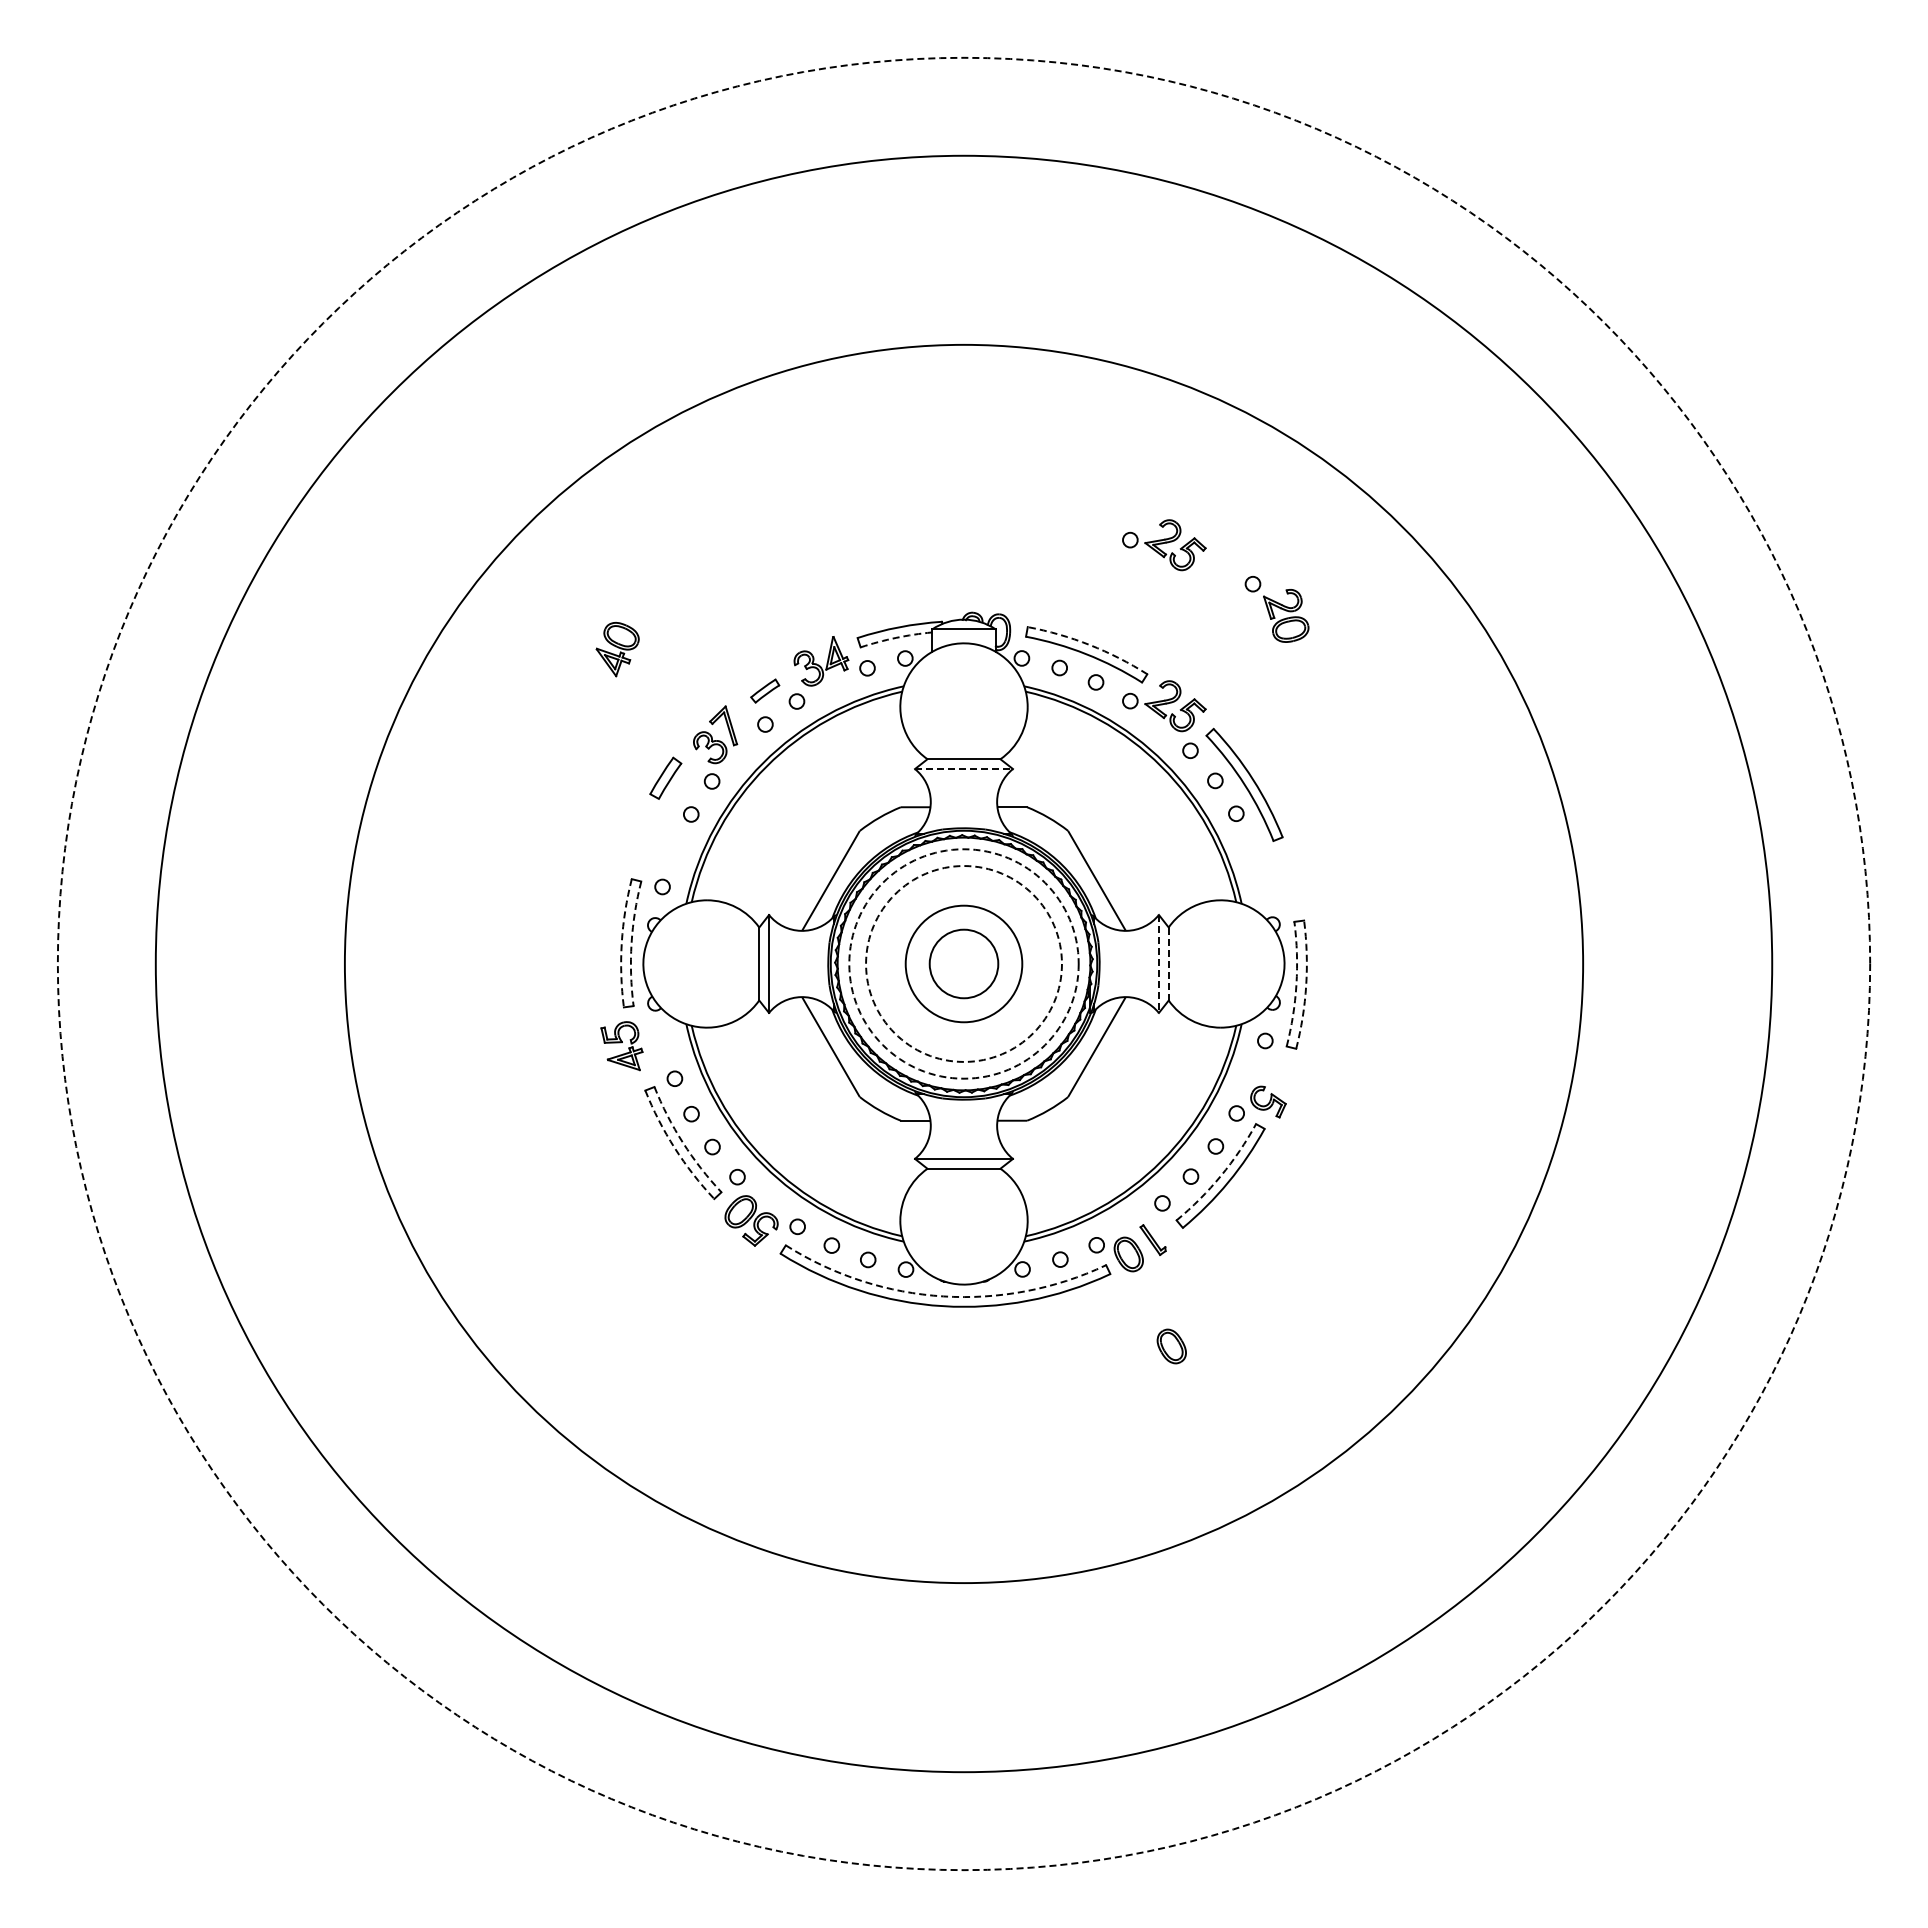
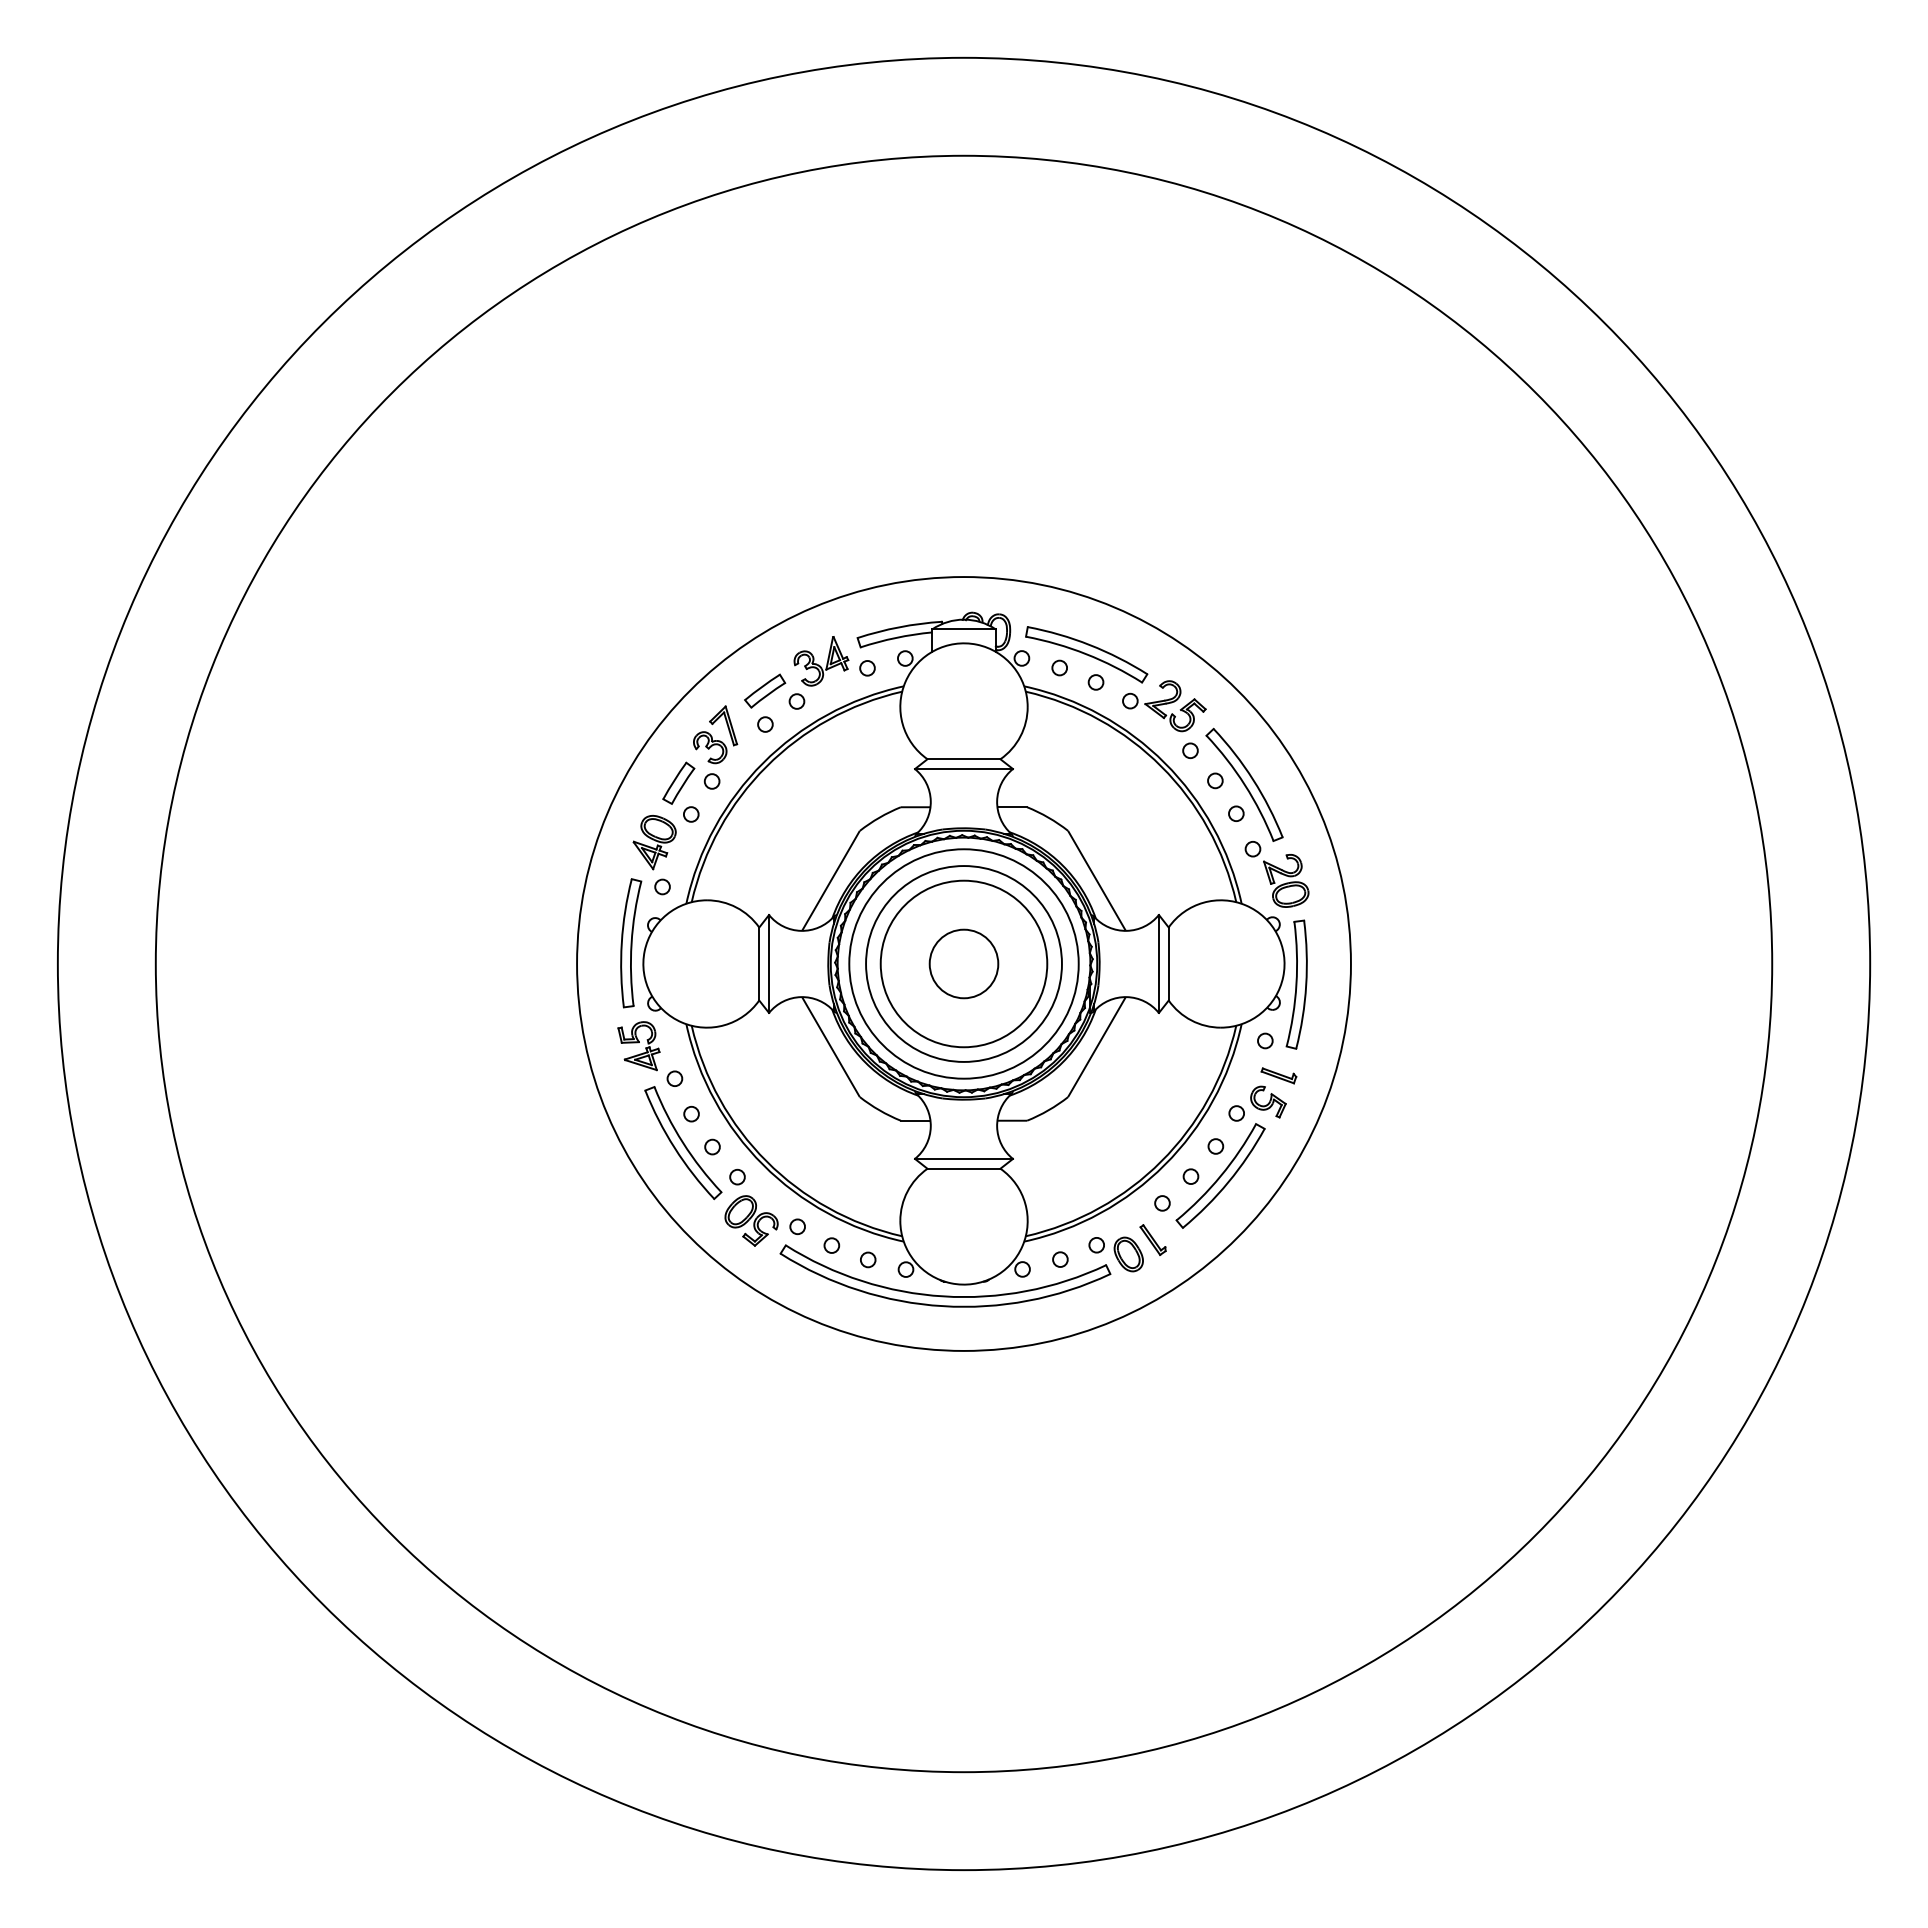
part at (1164, 545): present -> none
part at (1276, 609) position: (1276, 609) -> (1276, 874)
arc at (896, 637): dashed -> solid
arc at (1089, 645): dashed -> solid
part at (617, 649) position: (617, 649) -> (654, 842)
part at (765, 690) size: 31x26 px -> 43x36 px
line at (964, 769): dashed -> solid
part at (665, 777) position: (665, 777) -> (678, 782)
arc at (621, 942): dashed -> solid
arc at (631, 943): dashed -> solid
circle at (963, 963) diameter: 117 px -> 167 px
circle at (963, 963) diameter: 1238 px -> 774 px
circle at (963, 963): dashed -> solid
circle at (963, 963): dashed -> solid
circle at (963, 963): dashed -> solid
line at (1158, 963): dashed -> solid
line at (1168, 964): dashed -> solid
arc at (1296, 984): dashed -> solid
arc at (1306, 985): dashed -> solid
part at (621, 1046) position: (621, 1046) -> (638, 1046)
part at (1278, 1075): none -> present
arc at (683, 1142): dashed -> solid
arc at (674, 1148): dashed -> solid
arc at (1220, 1175): dashed -> solid
arc at (943, 1296): dashed -> solid
part at (1171, 1346): present -> none
